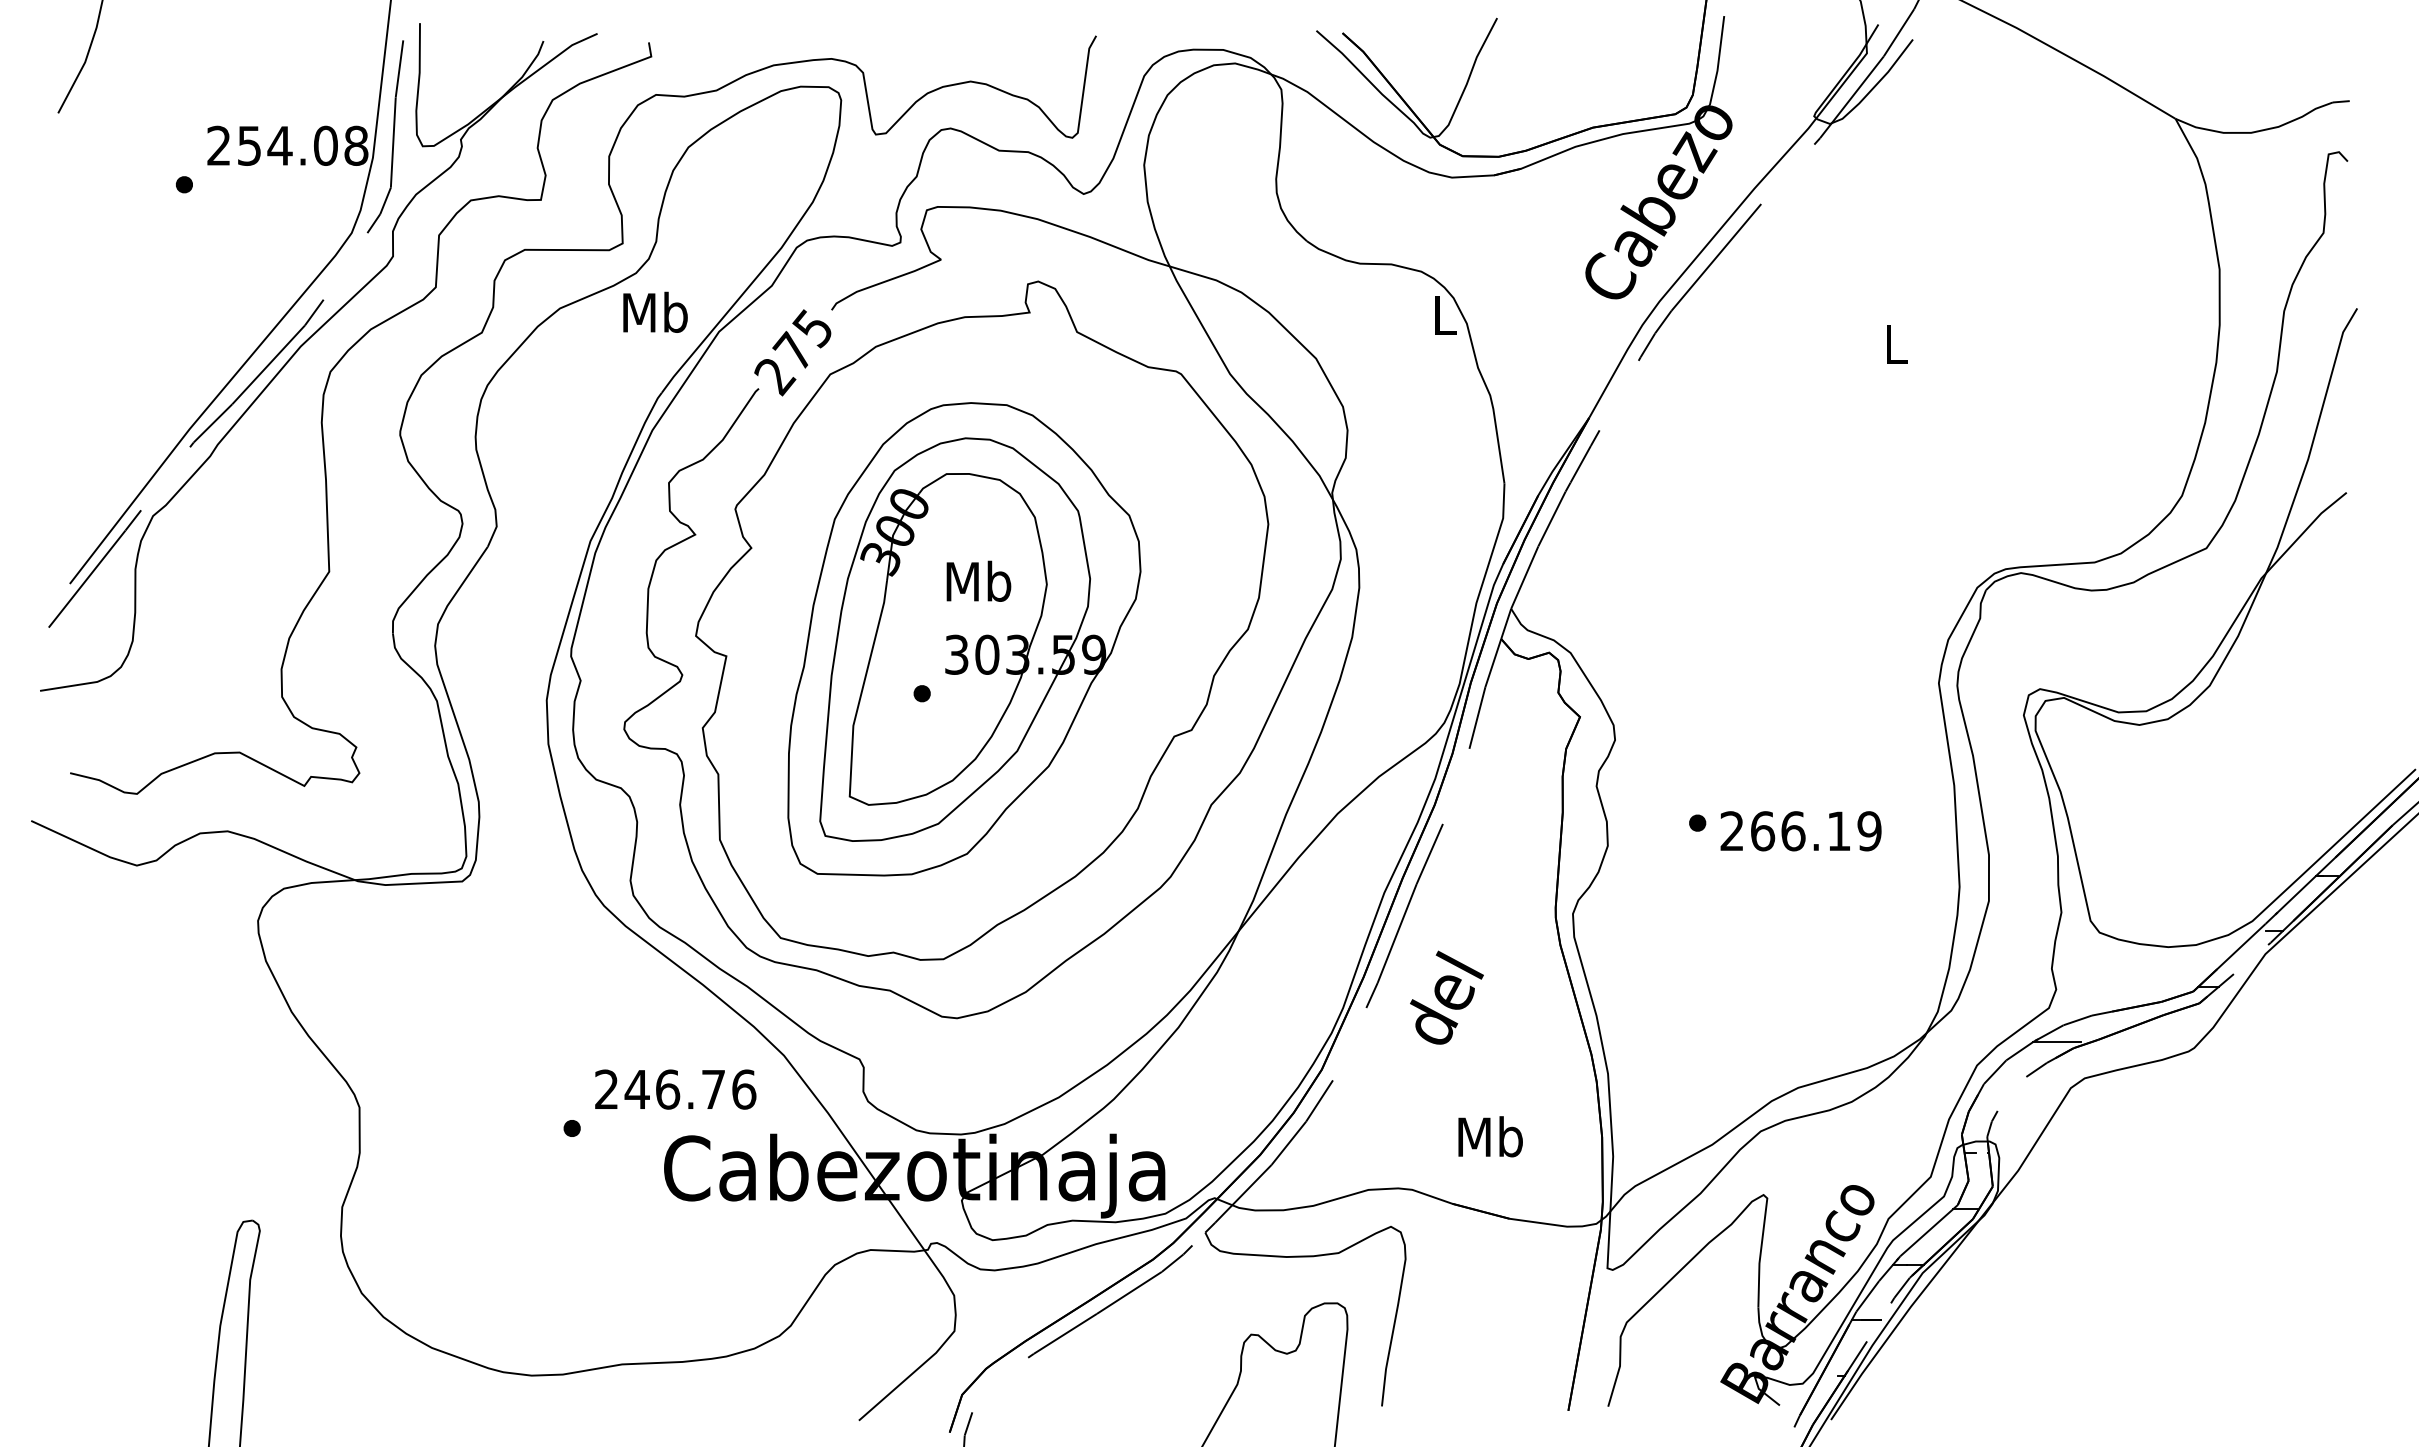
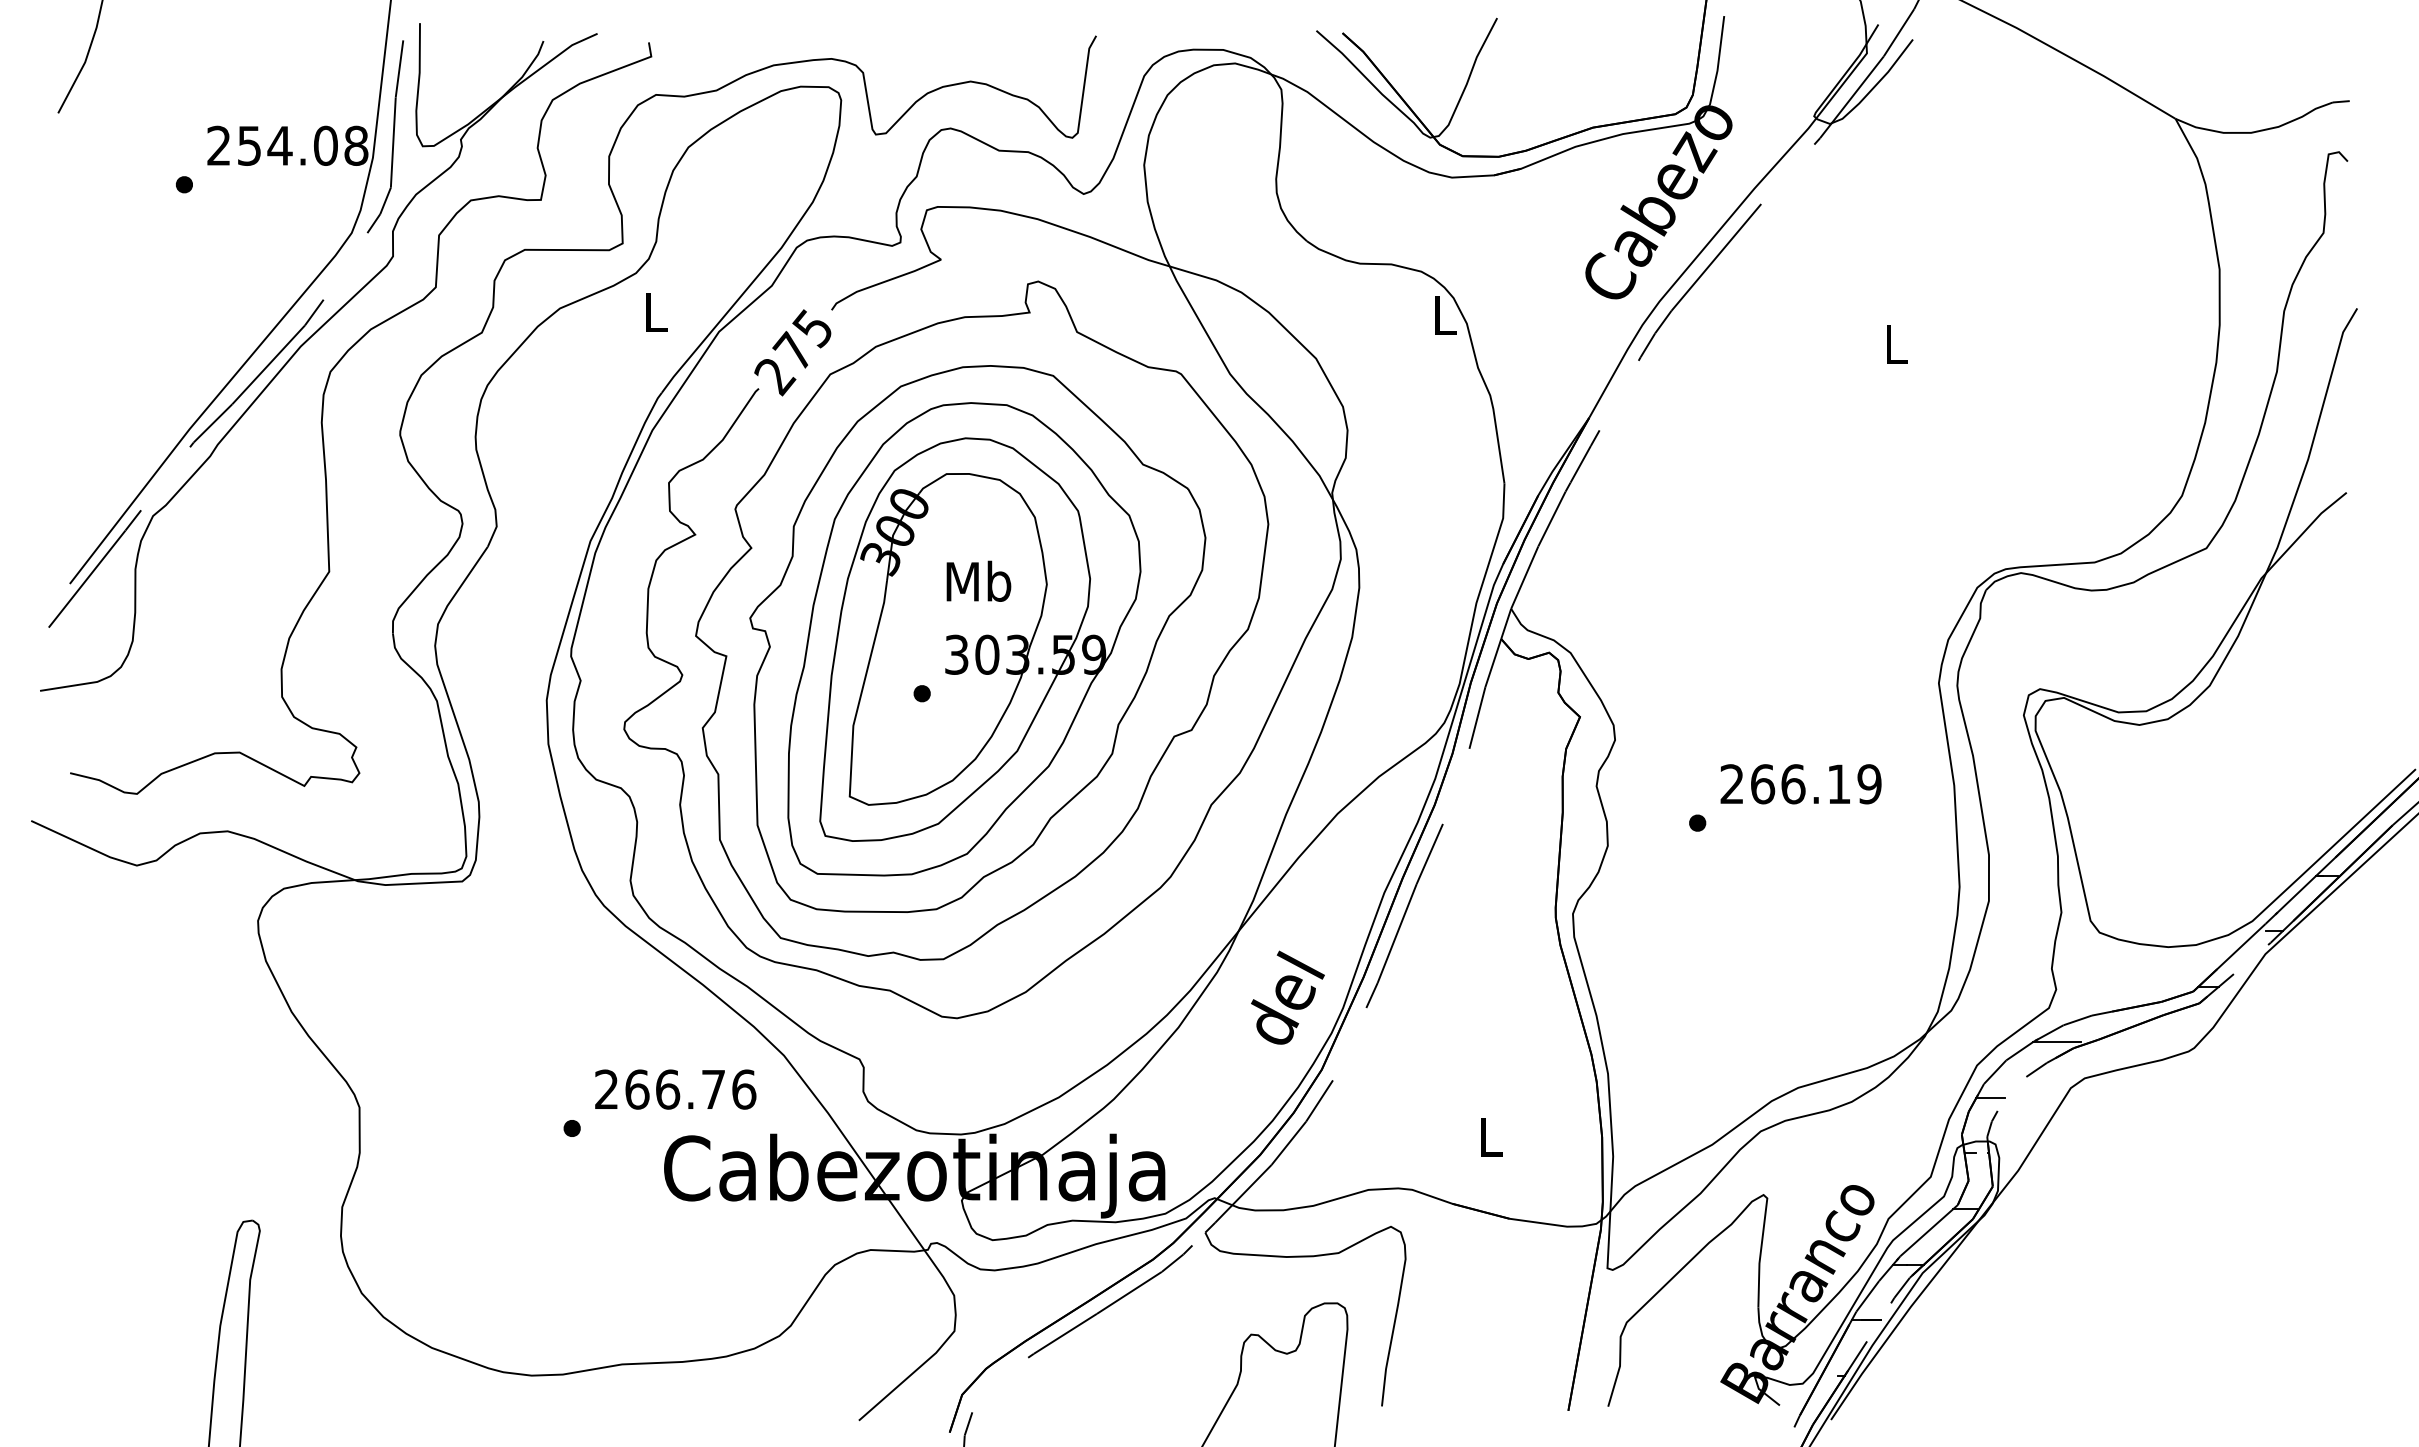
text at (655, 311): Mb -> L
part at (977, 638): none -> present
text at (1800, 831) position: (1800, 831) -> (1800, 784)
text at (1446, 997) position: (1446, 997) -> (1287, 997)
text at (636, 1089): 246.76 -> 266.76
line at (1990, 1097): none -> present
text at (1490, 1136): Mb -> L
